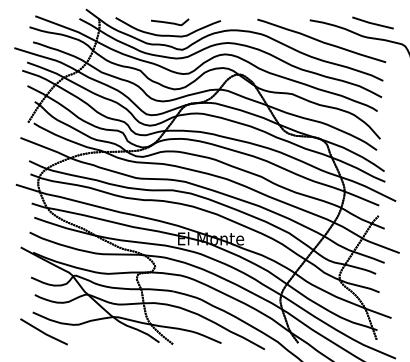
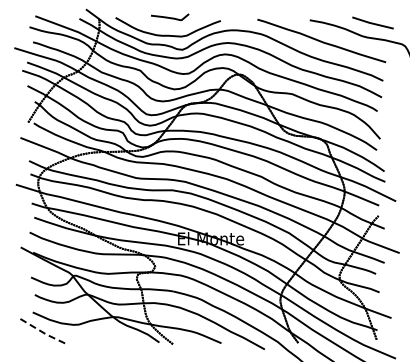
curve at (170, 22) position: (170, 22) -> (170, 17)
line at (43, 333): solid -> dashed
